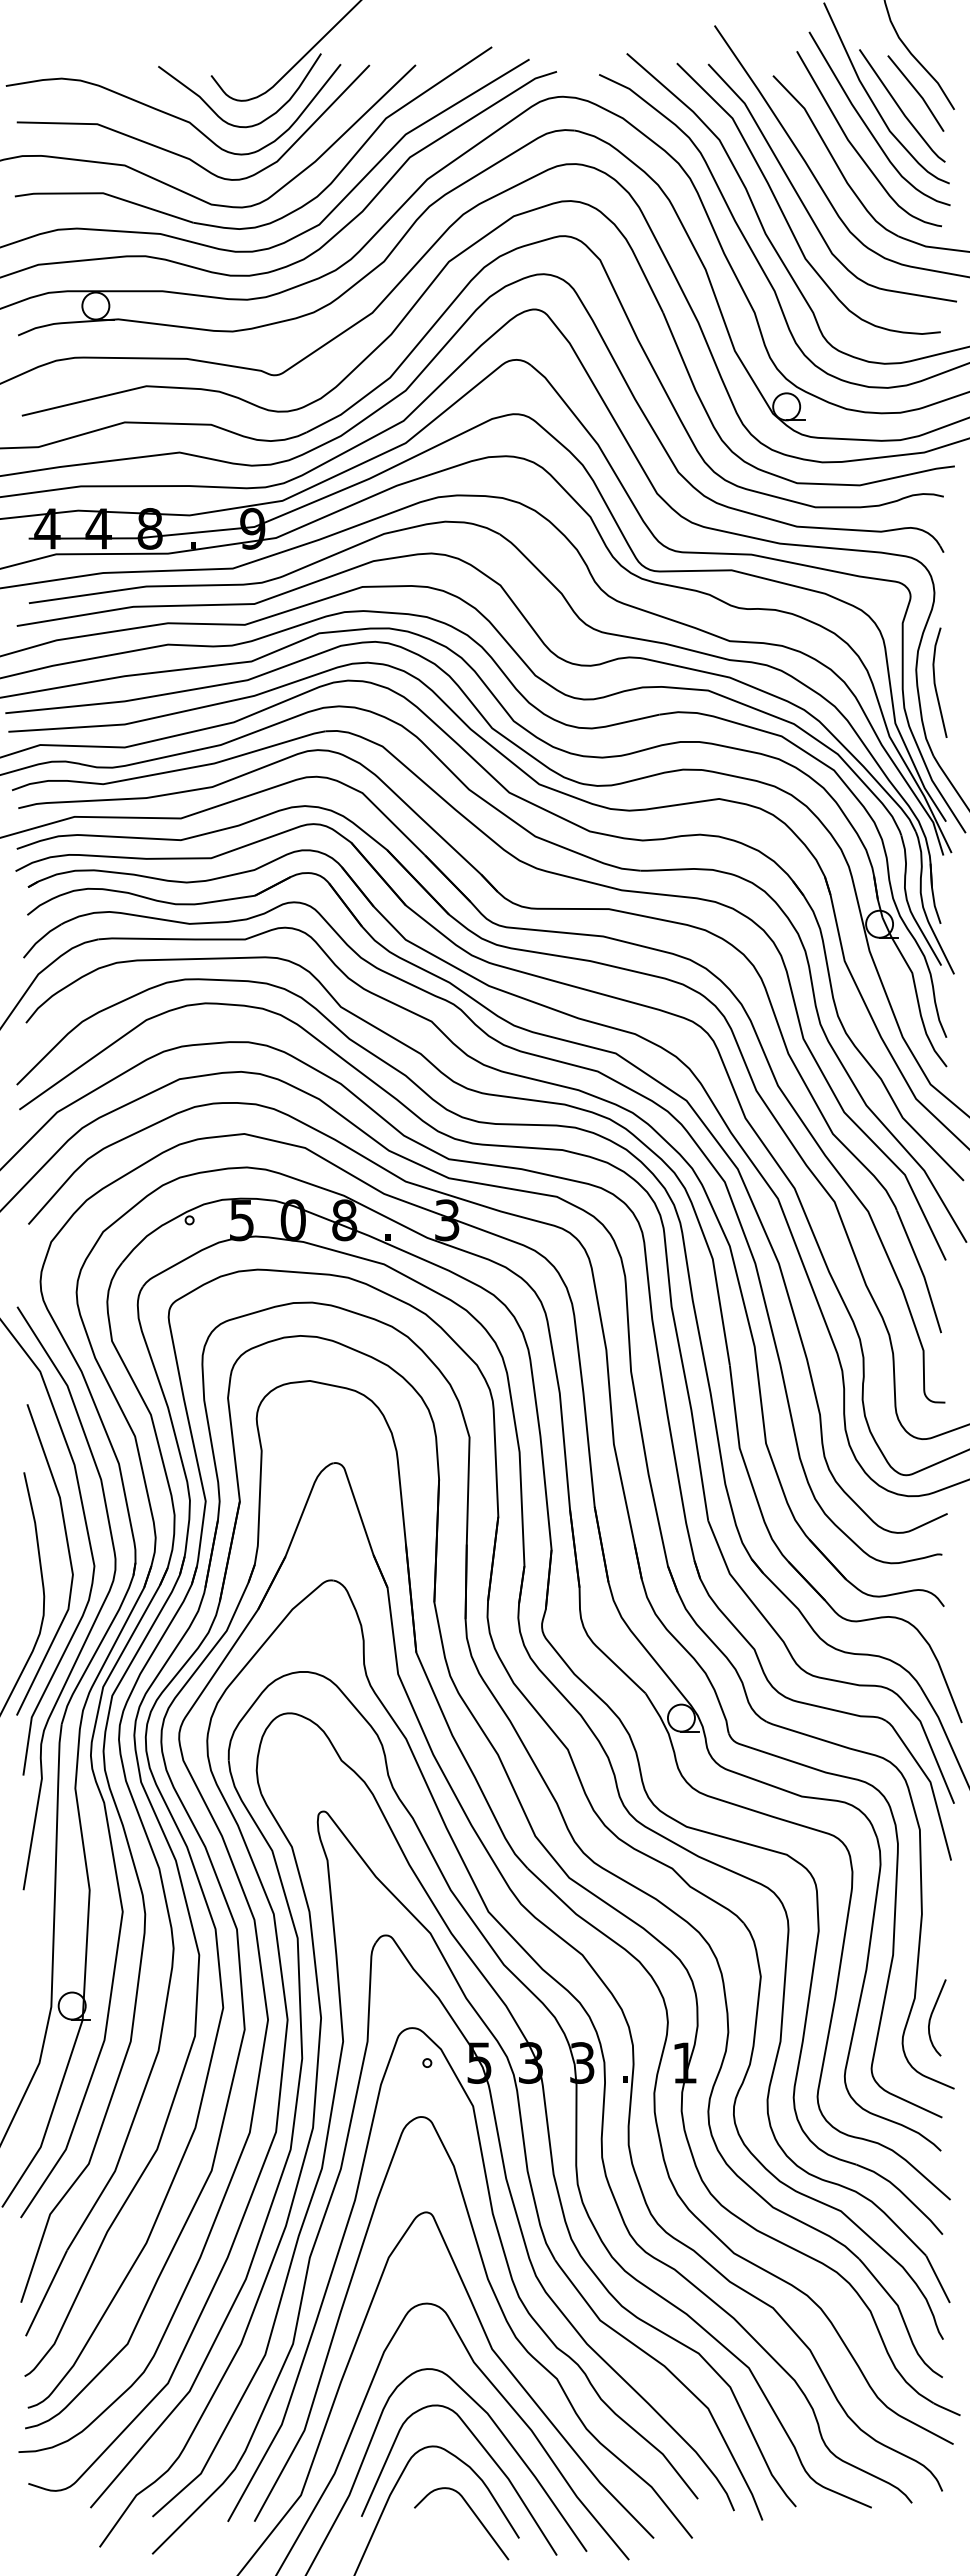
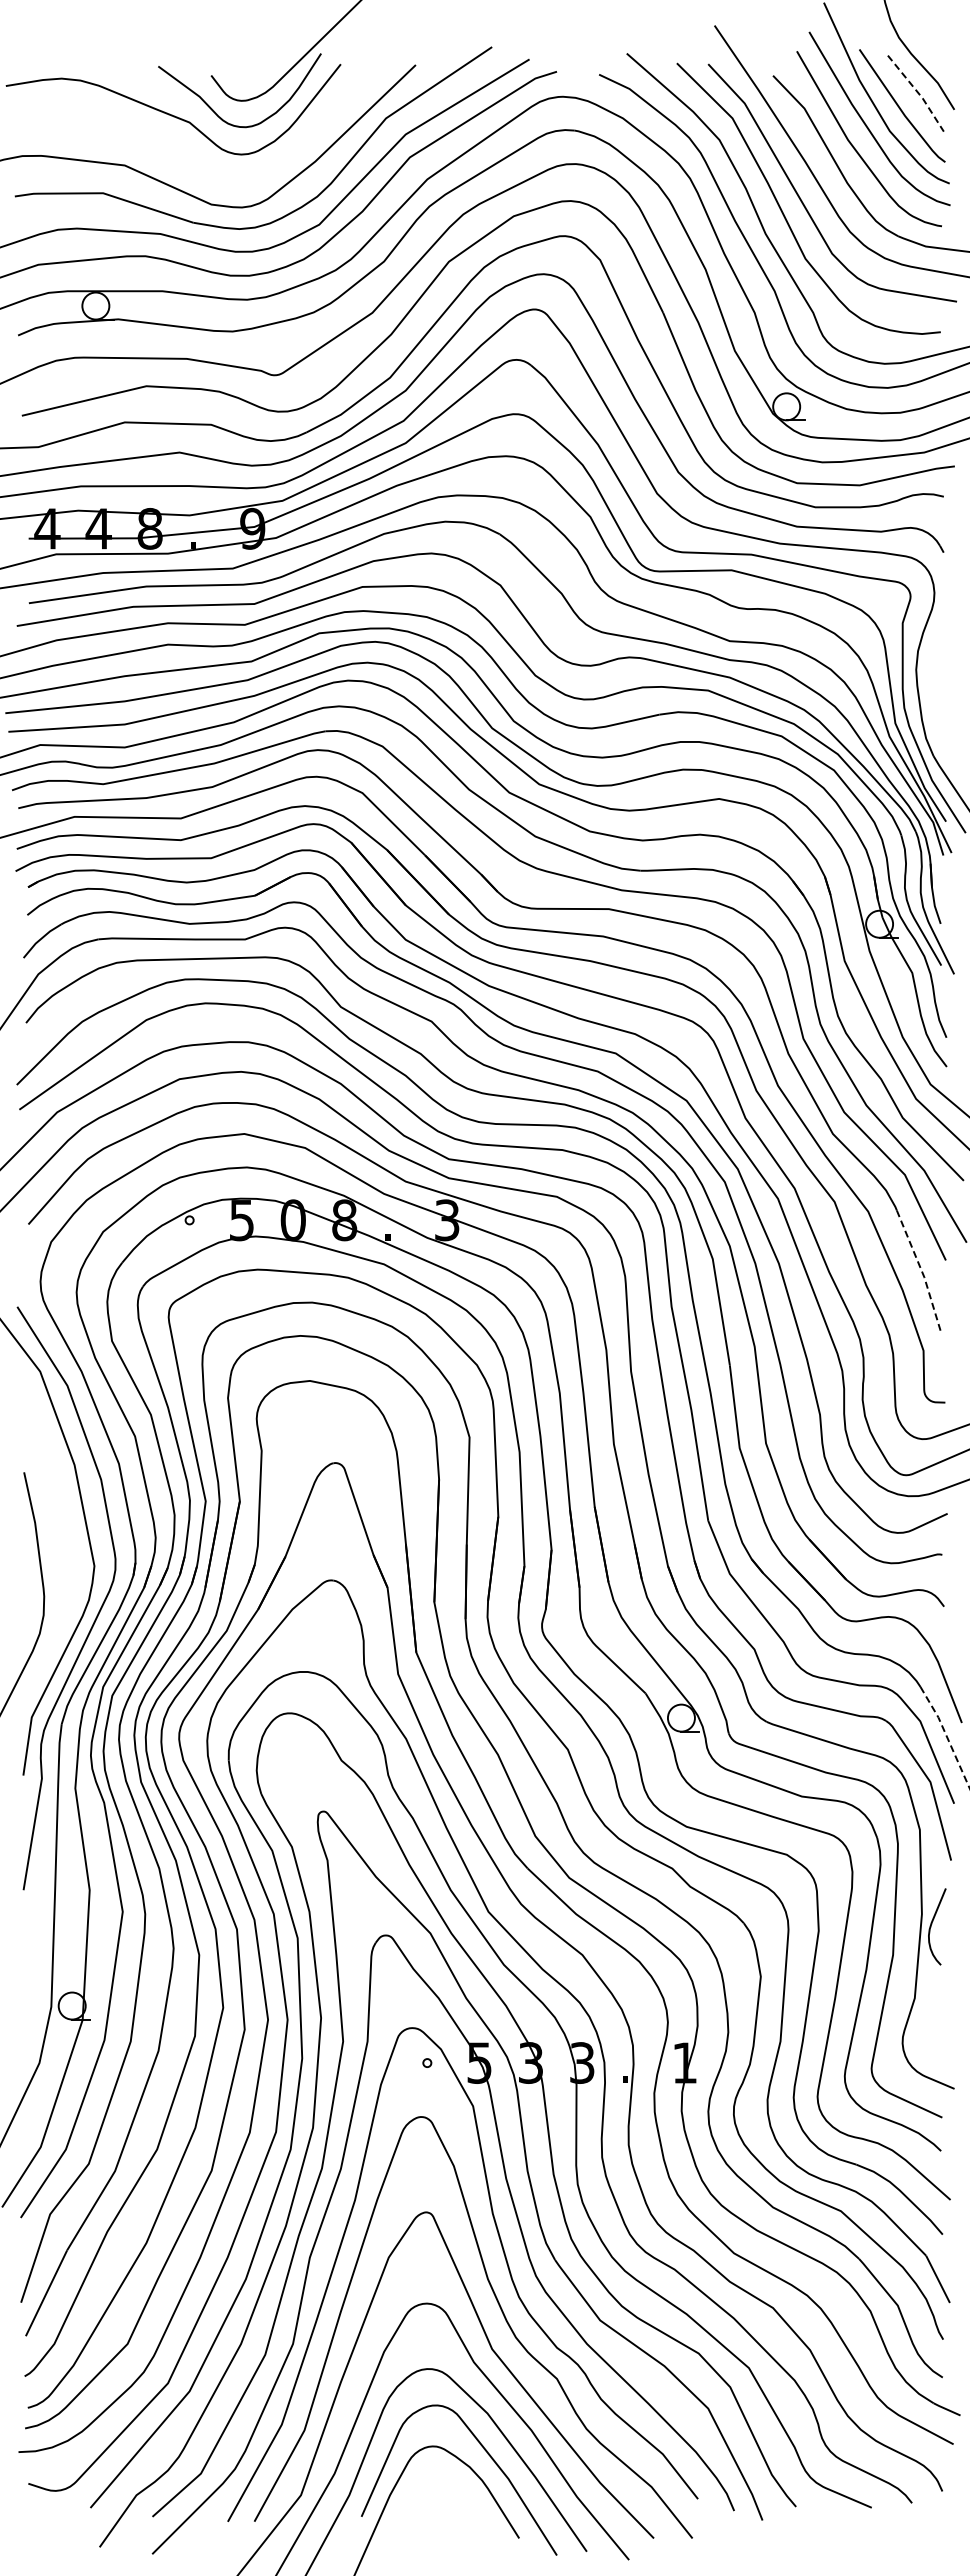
line at (918, 93): solid -> dashed
curve at (183, 155): present -> none
curve at (935, 682): present -> none
line at (922, 1271): solid -> dashed
line at (68, 1555): present -> none
line at (946, 1736): solid -> dashed
curve at (932, 2015) position: (932, 2015) -> (932, 1924)
curve at (474, 2515): present -> none
